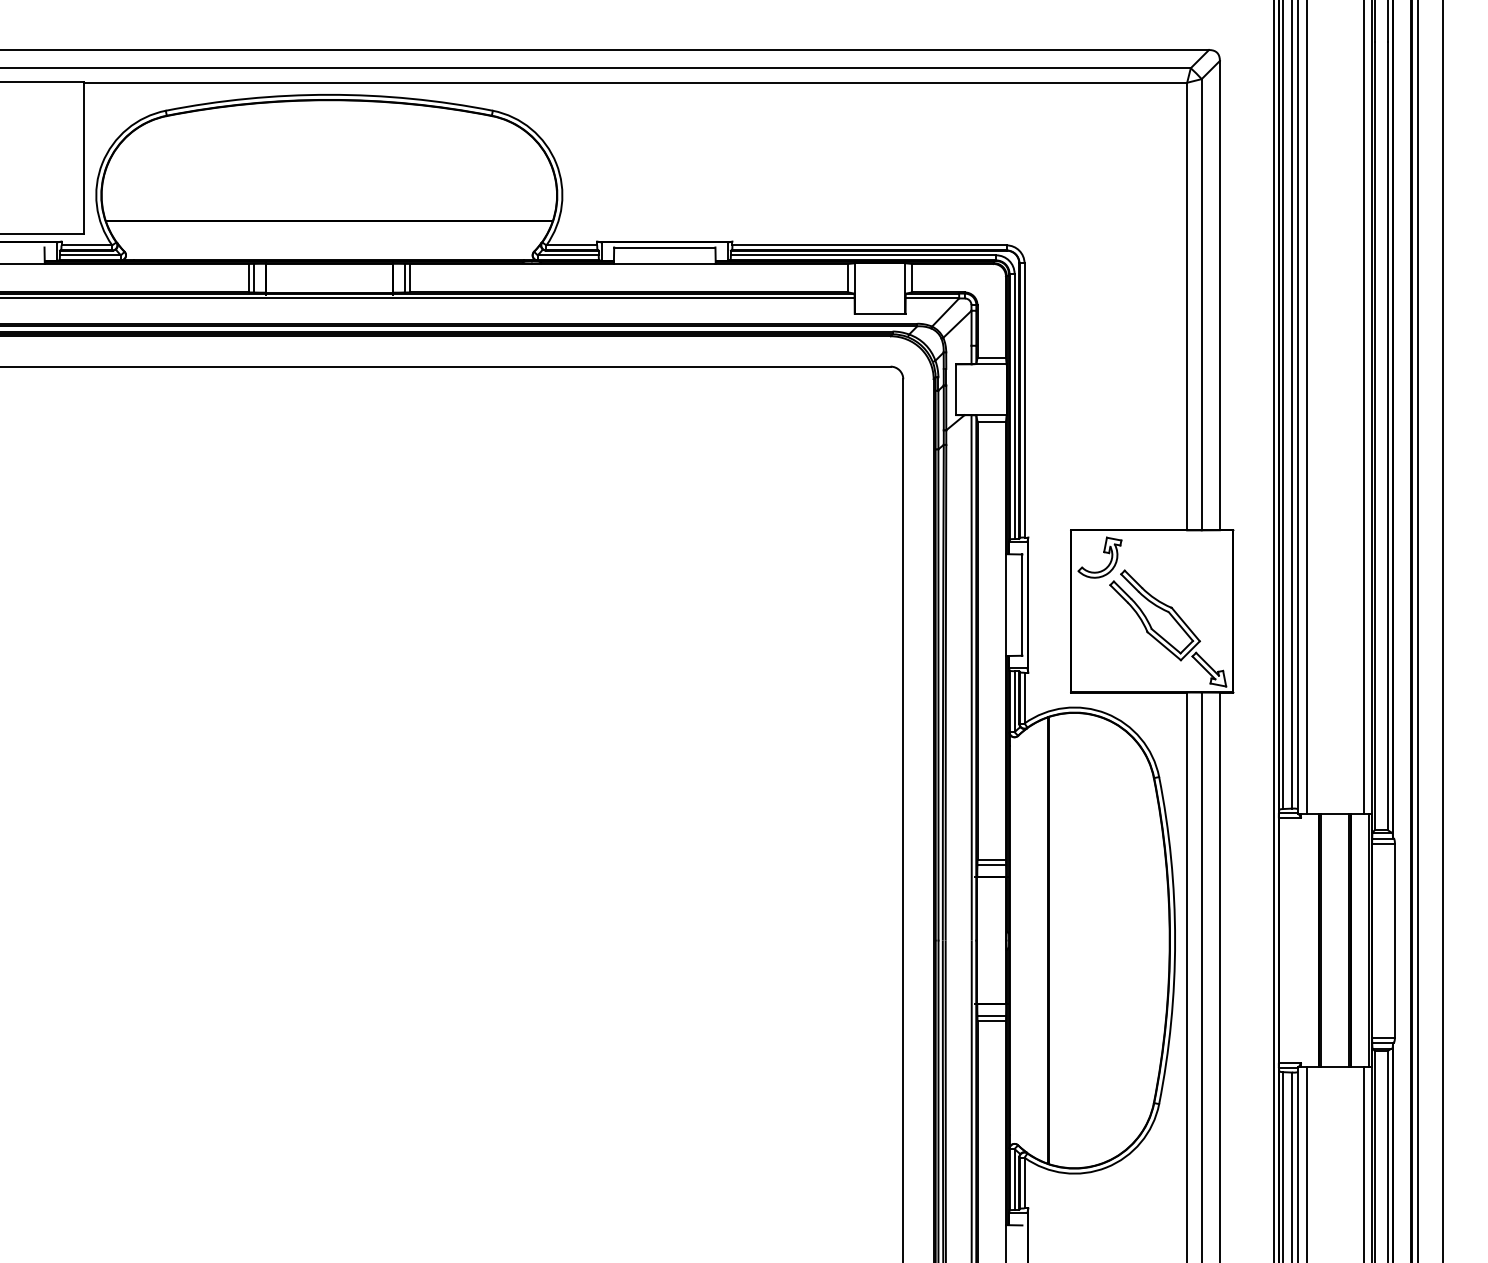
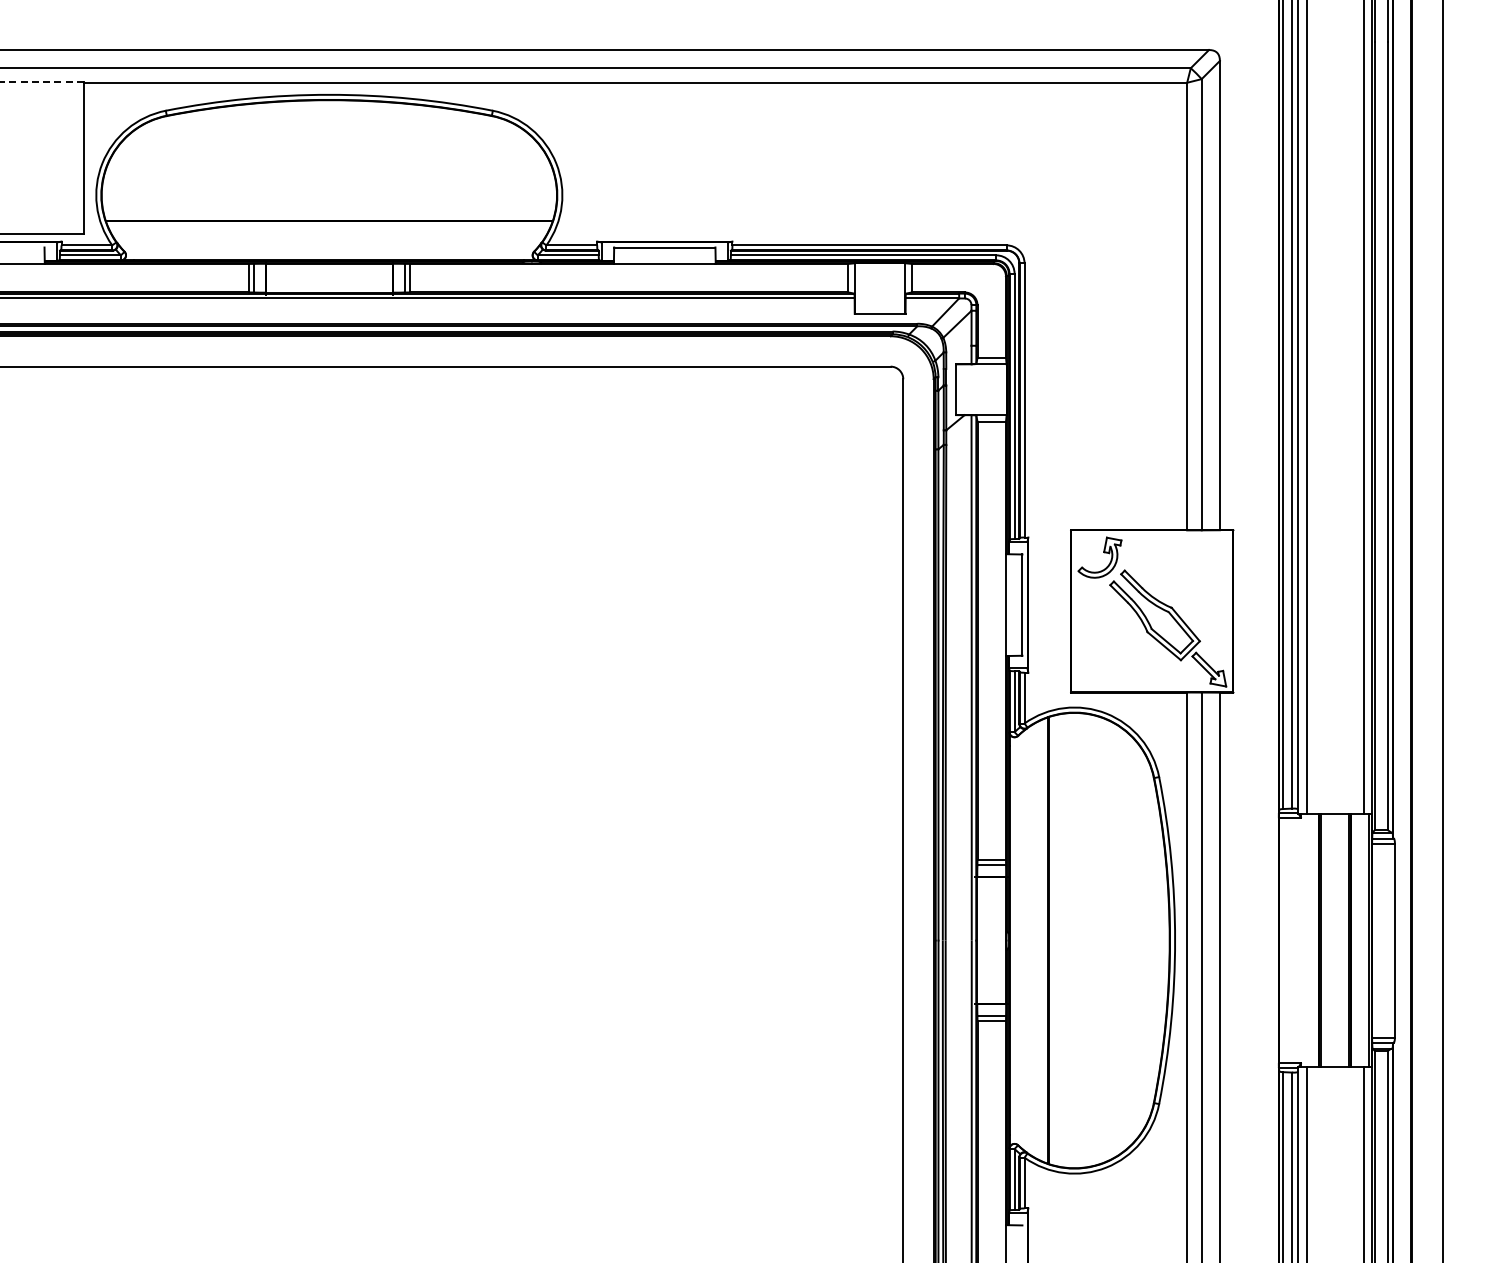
line at (41, 82): solid -> dashed
line at (1273, 630): present -> none
line at (1418, 630): present -> none
